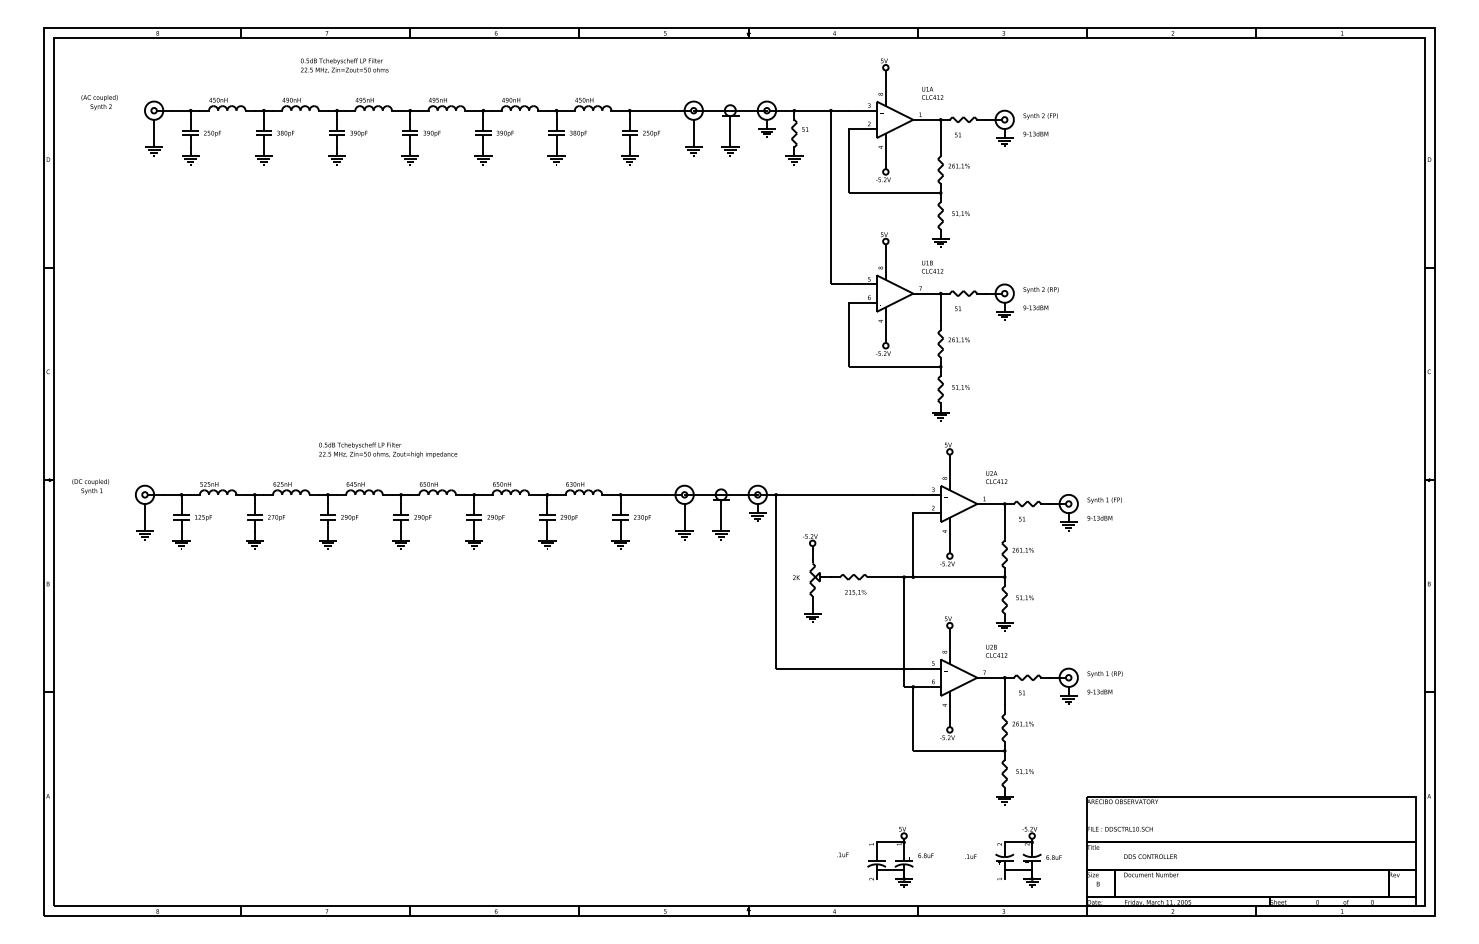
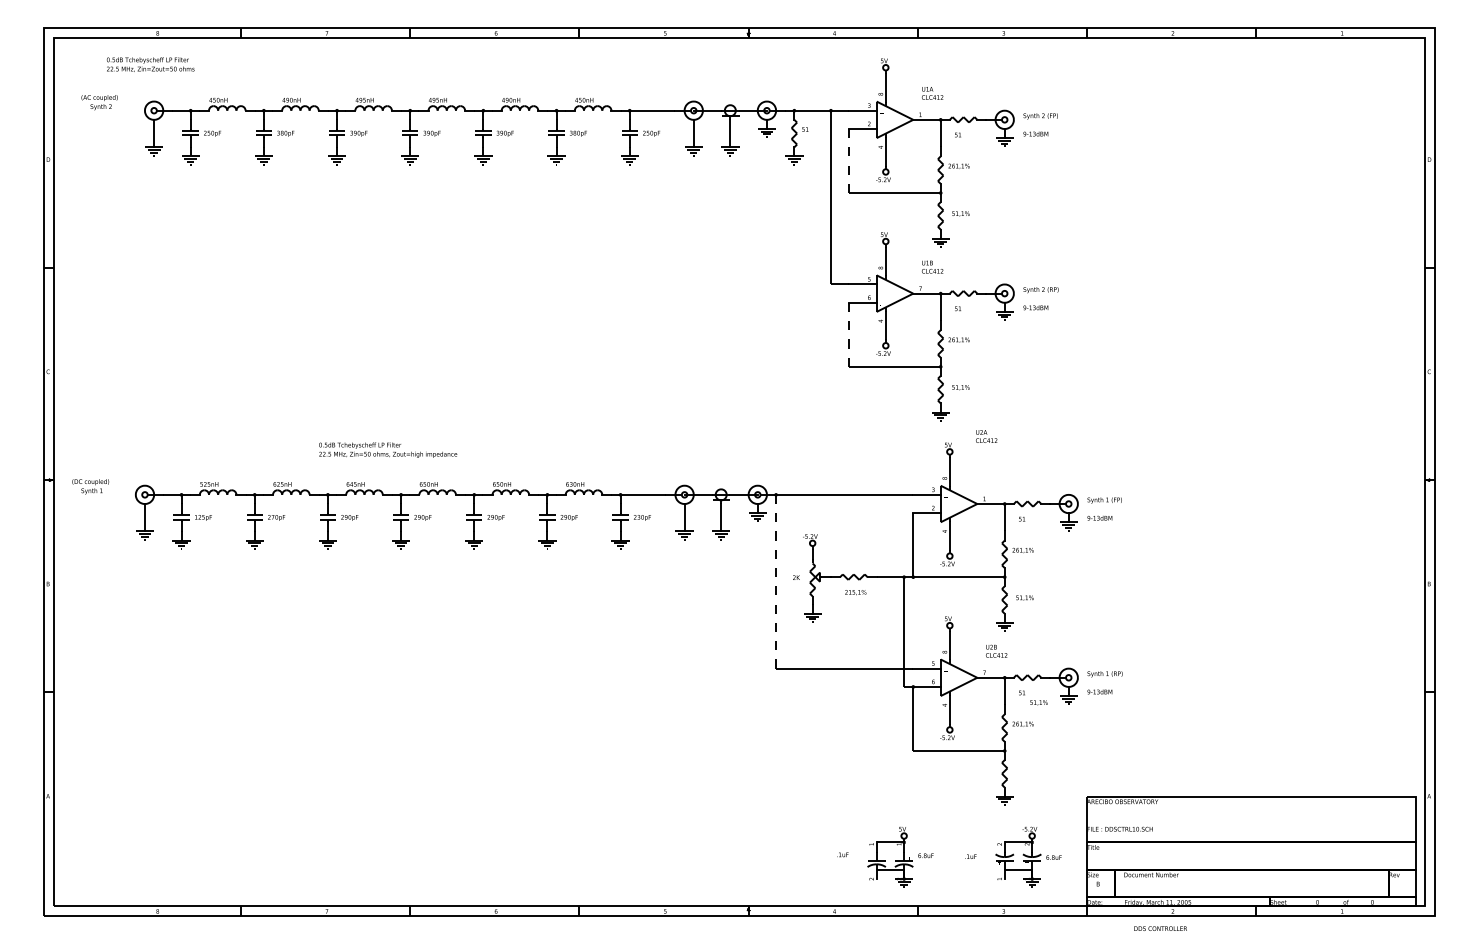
text at (344, 65) position: (344, 65) -> (150, 64)
line at (849, 161): solid -> dashed
line at (849, 335): solid -> dashed
text at (996, 477) position: (996, 477) -> (986, 436)
line at (776, 581): solid -> dashed
text at (1024, 771) position: (1024, 771) -> (1038, 702)
text at (1150, 856) position: (1150, 856) -> (1160, 928)
